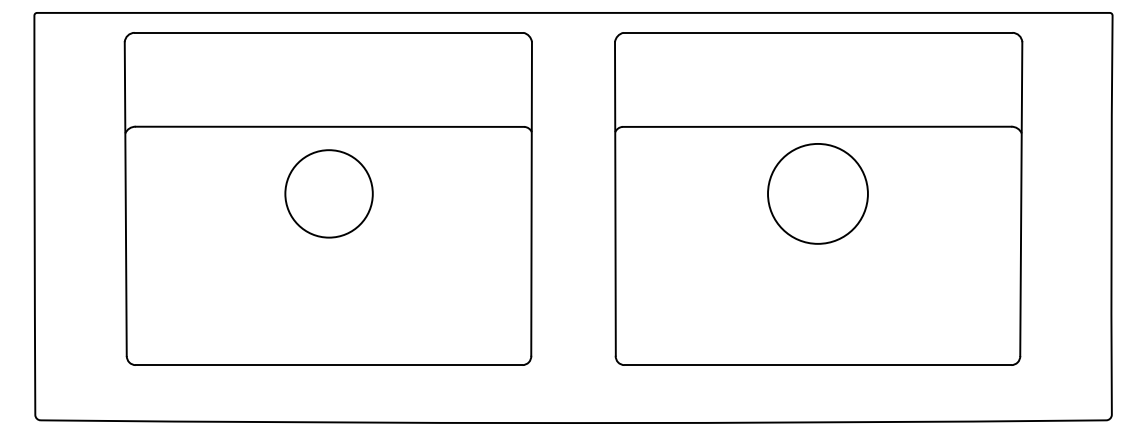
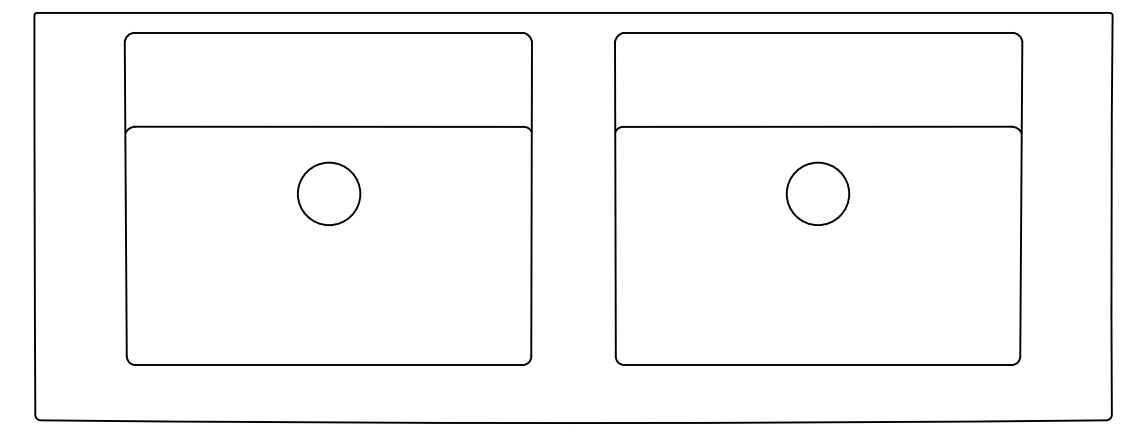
circle at (328, 193) diameter: 87 px -> 62 px
circle at (817, 193) diameter: 100 px -> 62 px
